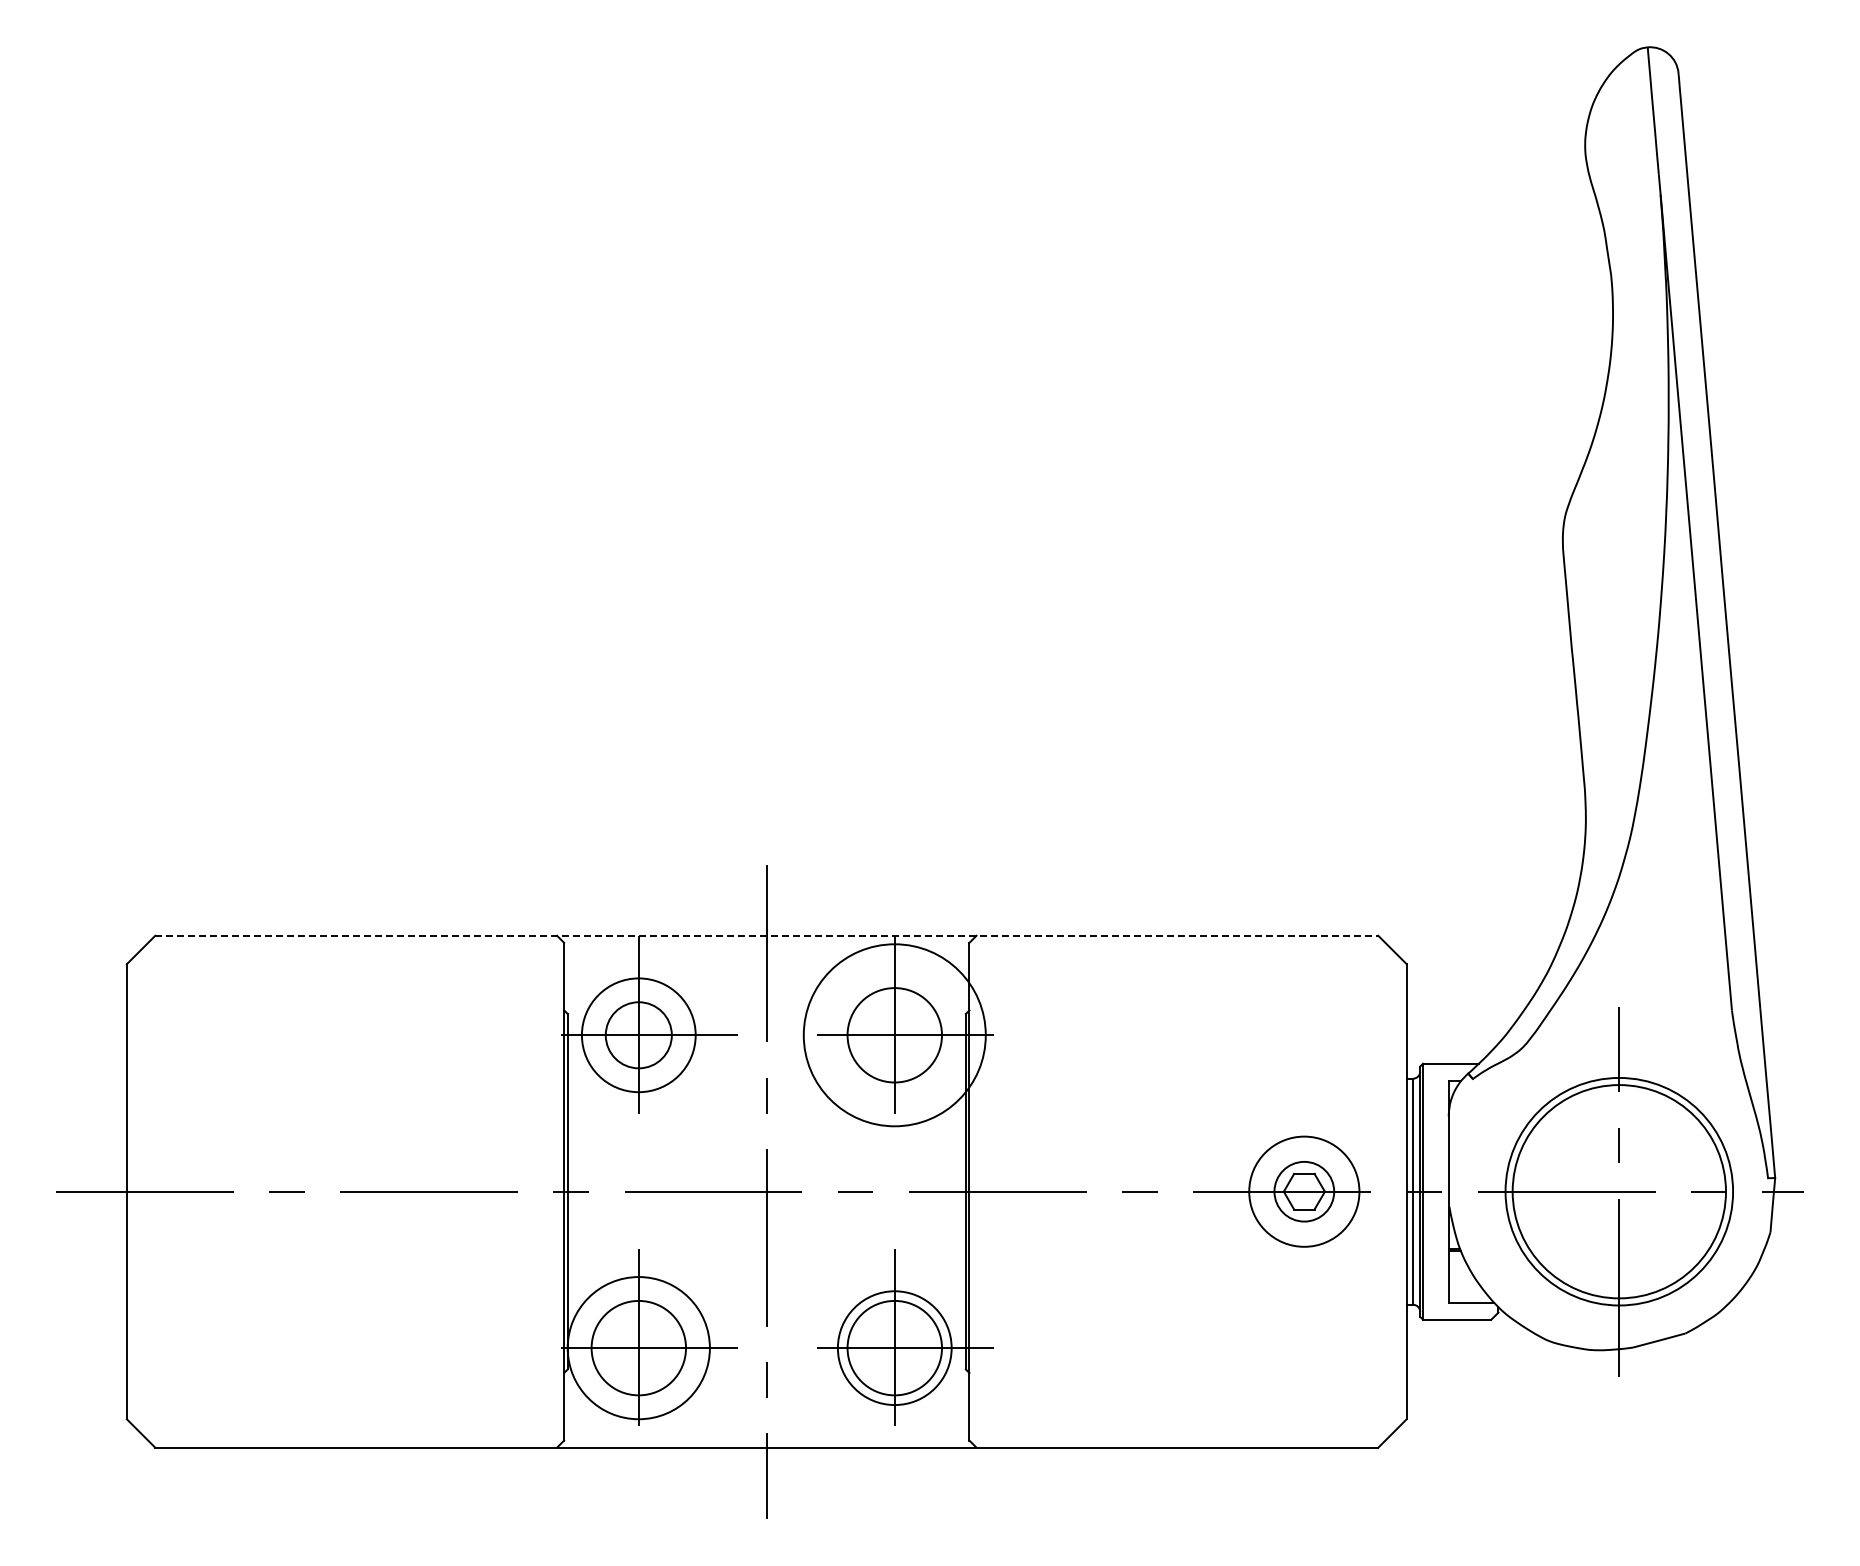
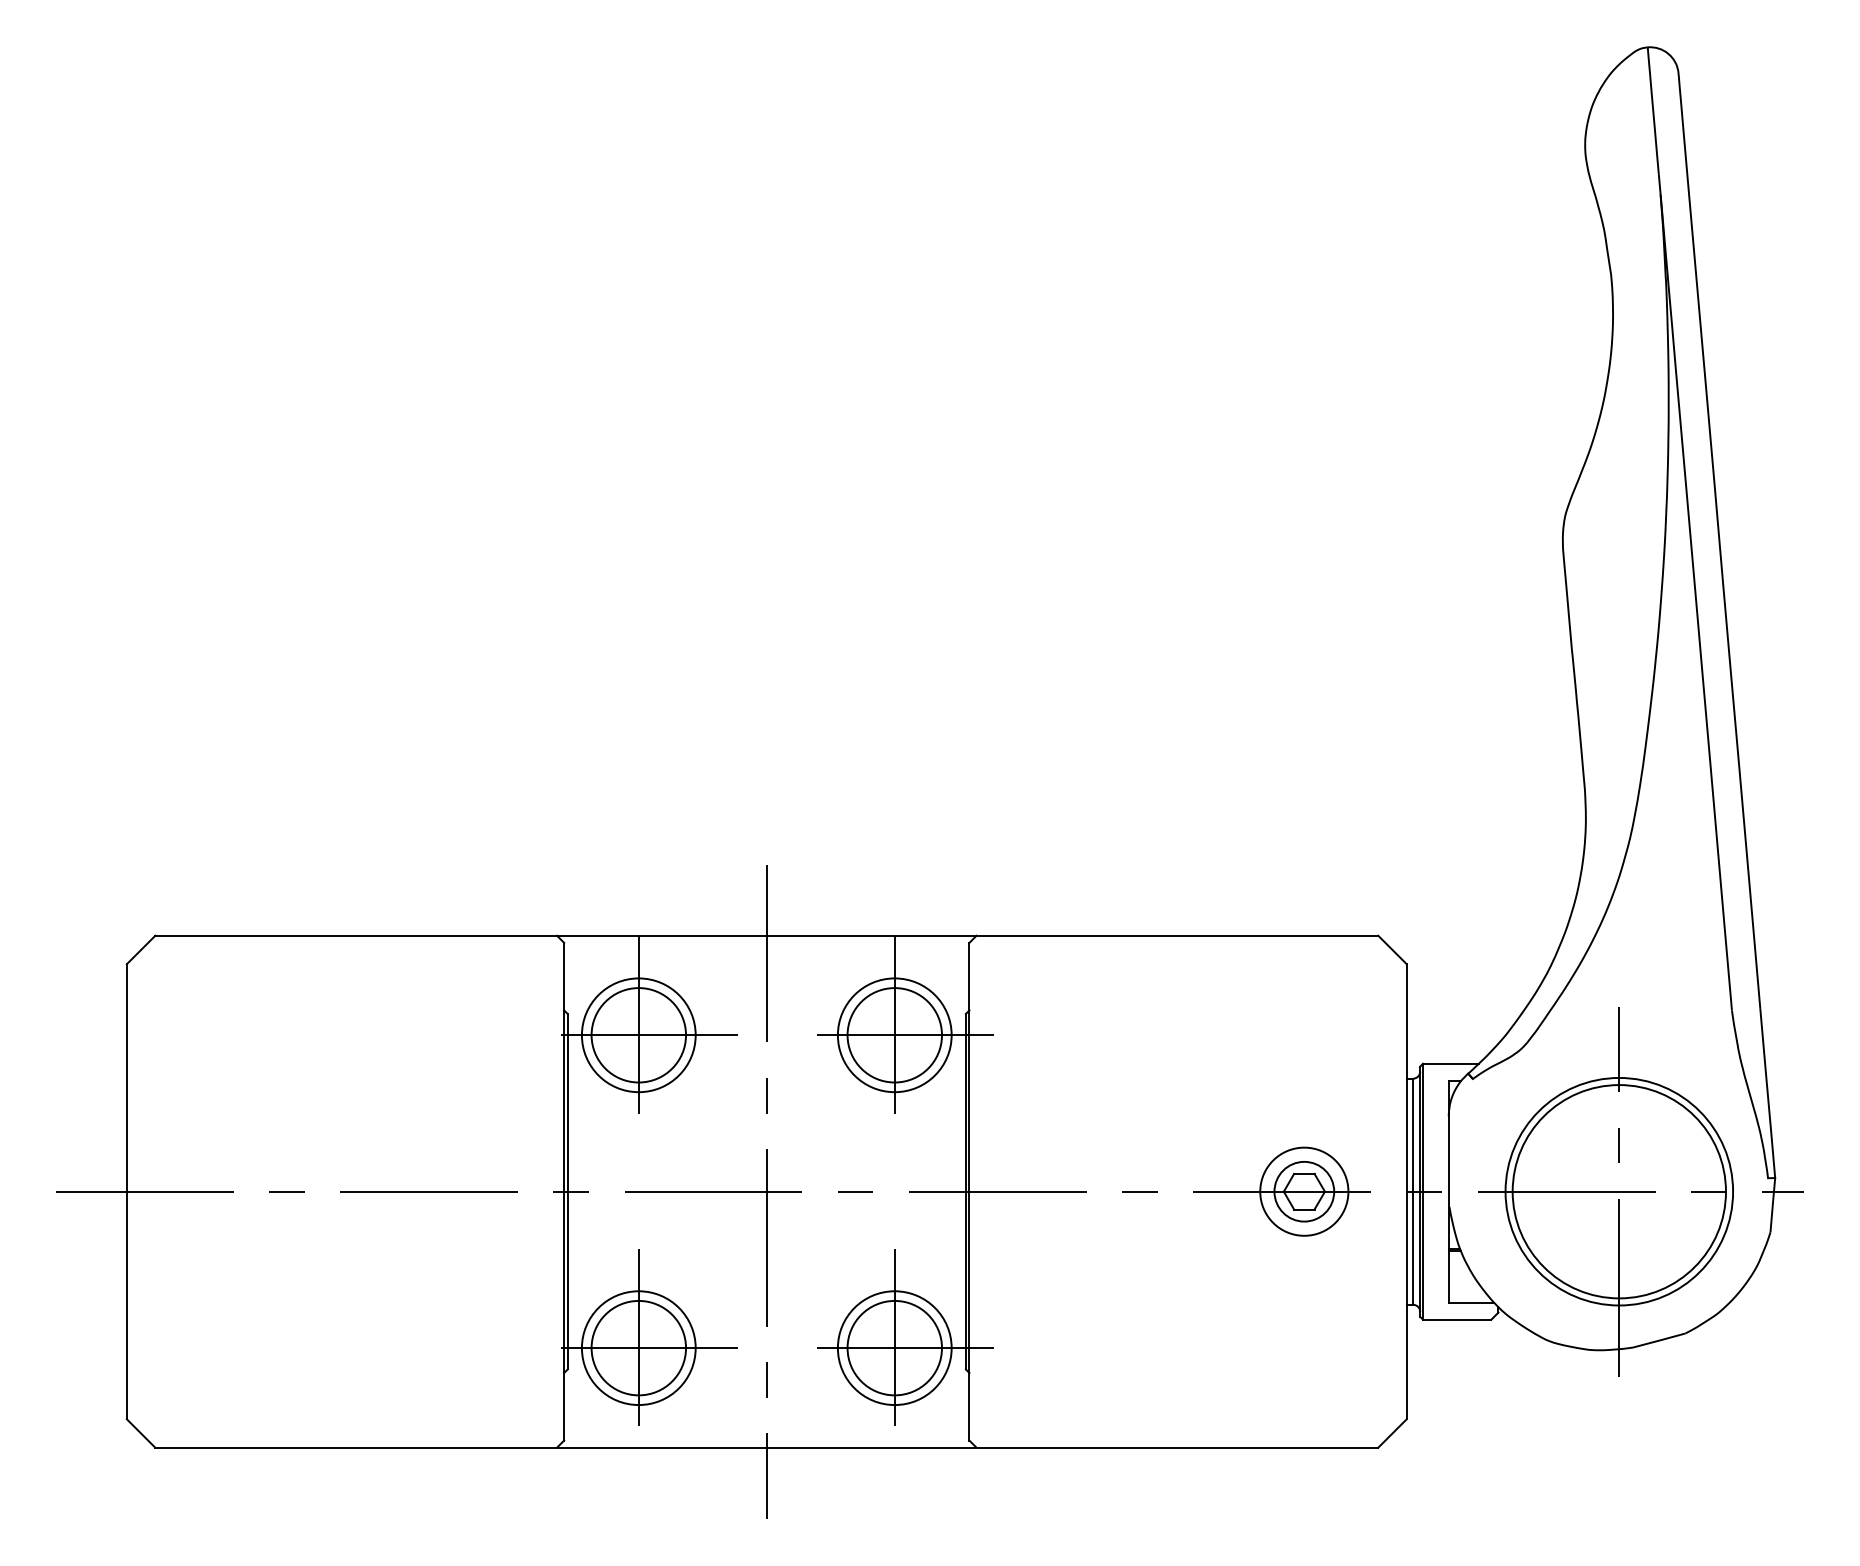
line at (767, 935): dashed -> solid
circle at (638, 1035) diameter: 66 px -> 94 px
circle at (894, 1035) diameter: 182 px -> 114 px
circle at (1304, 1191) diameter: 110 px -> 88 px
circle at (638, 1348) diameter: 142 px -> 114 px
